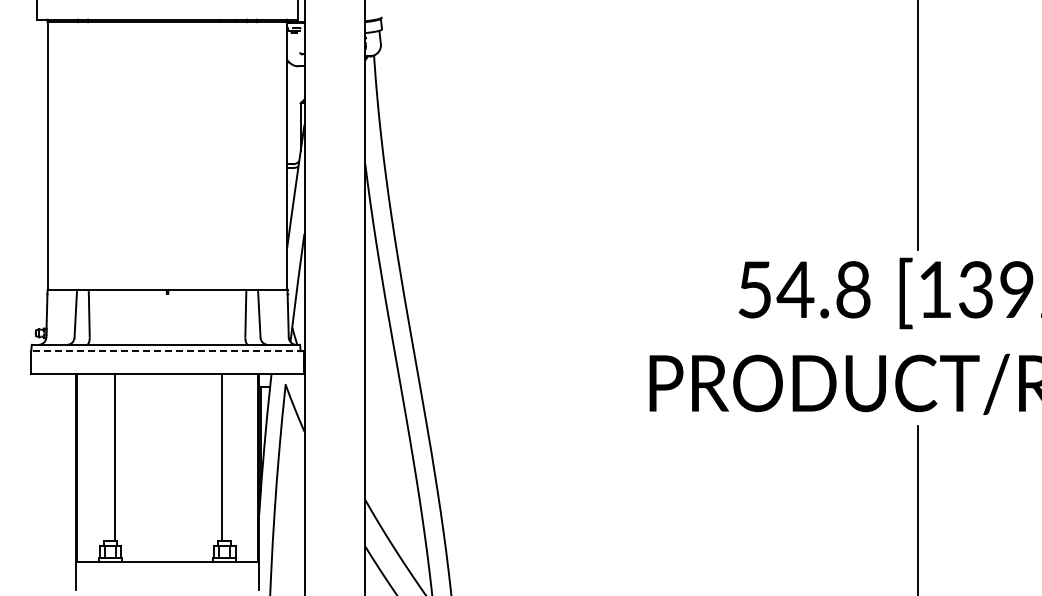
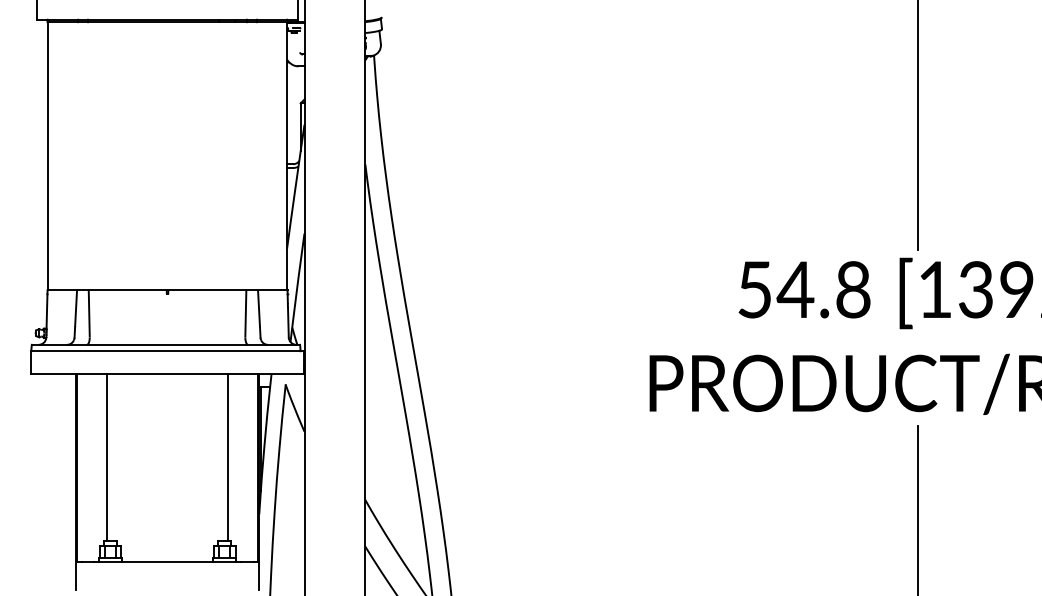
line at (167, 351): dashed -> solid
line at (115, 457) position: (115, 457) -> (107, 457)
line at (222, 457) position: (222, 457) -> (228, 457)
